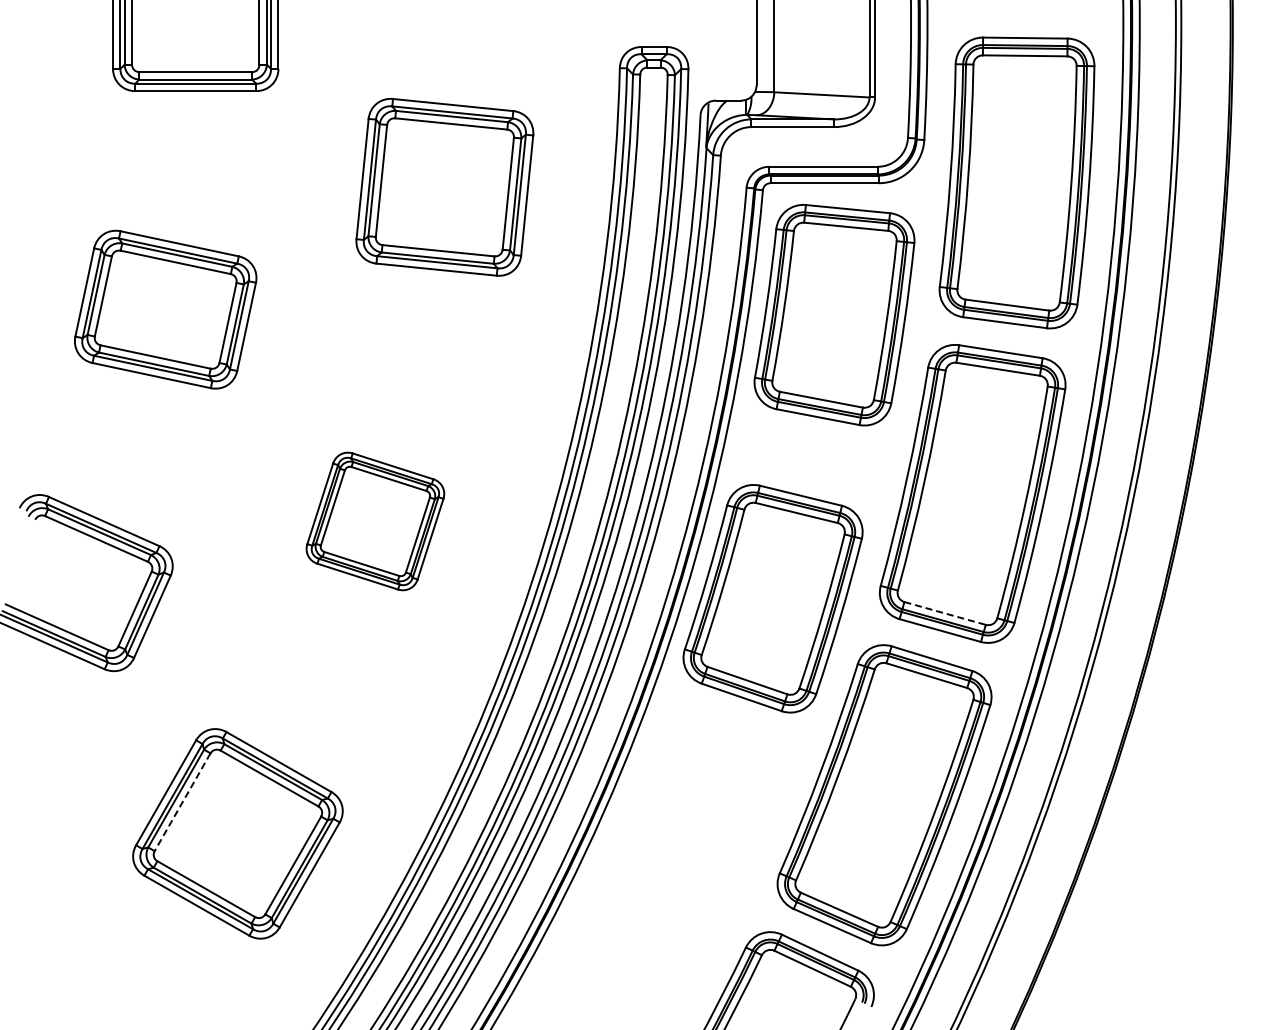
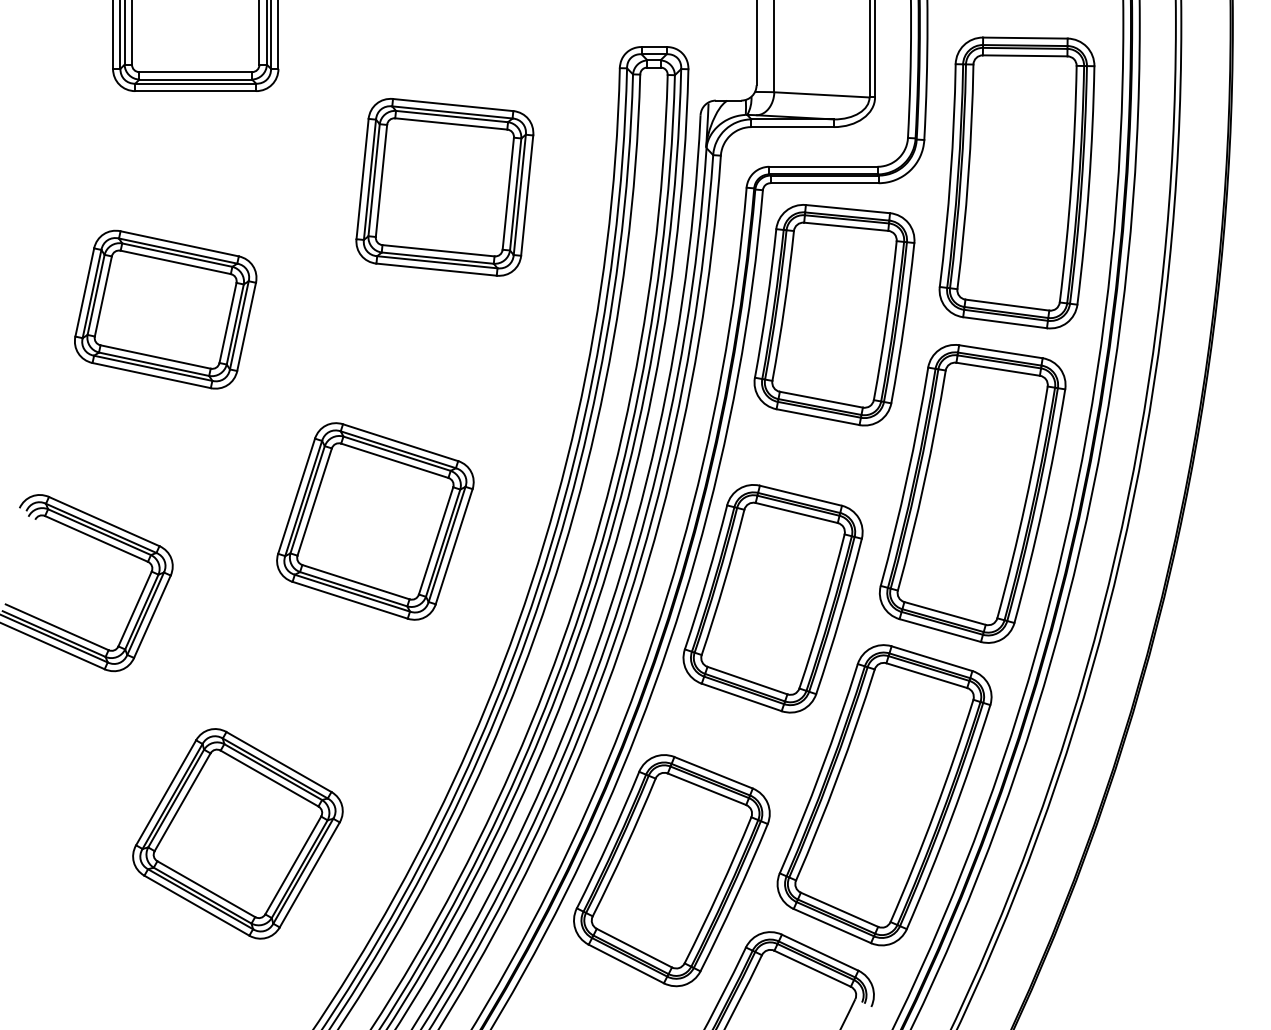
part at (375, 521) size: 141x141 px -> 199x199 px
line at (945, 613): dashed -> solid
line at (182, 802): dashed -> solid
part at (671, 870): none -> present
